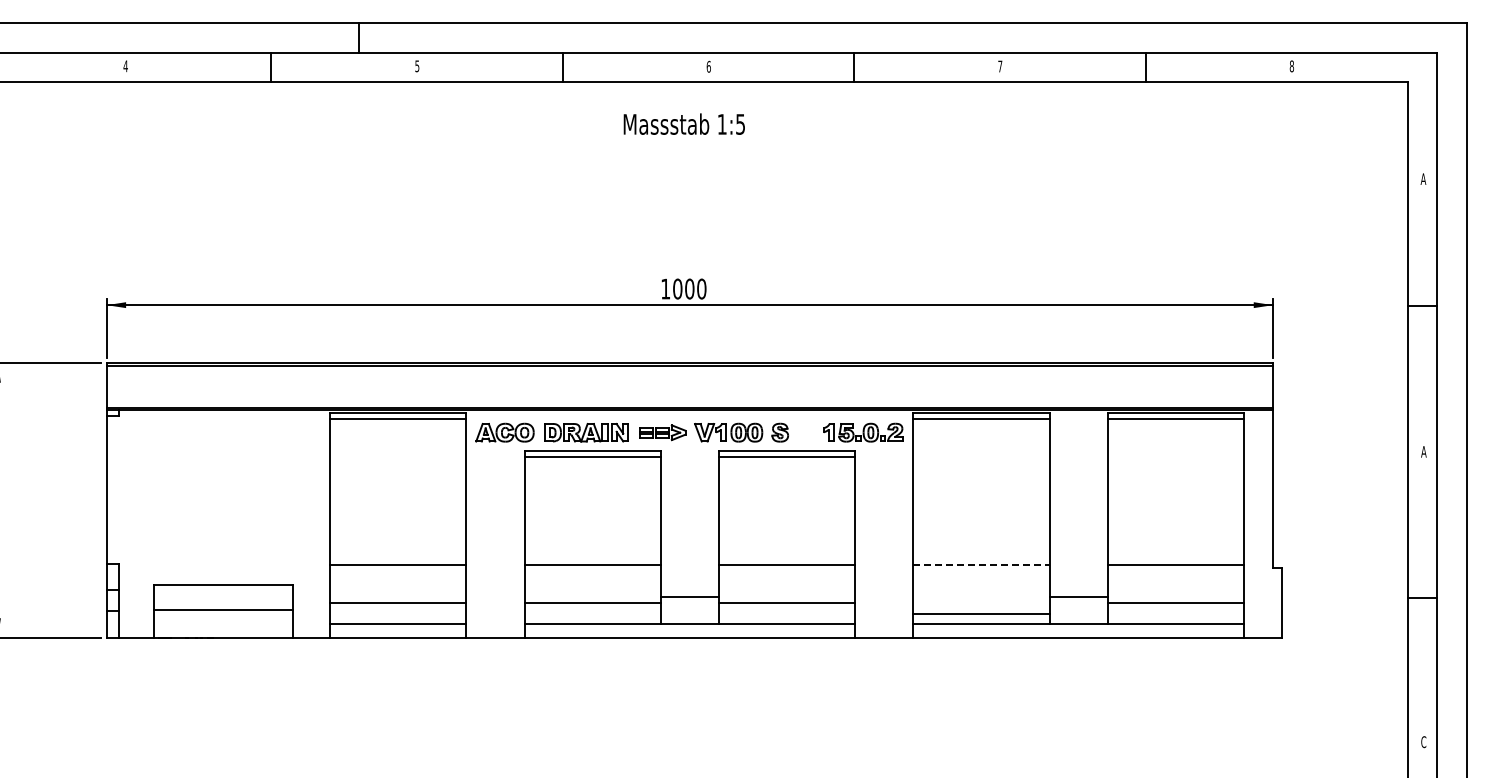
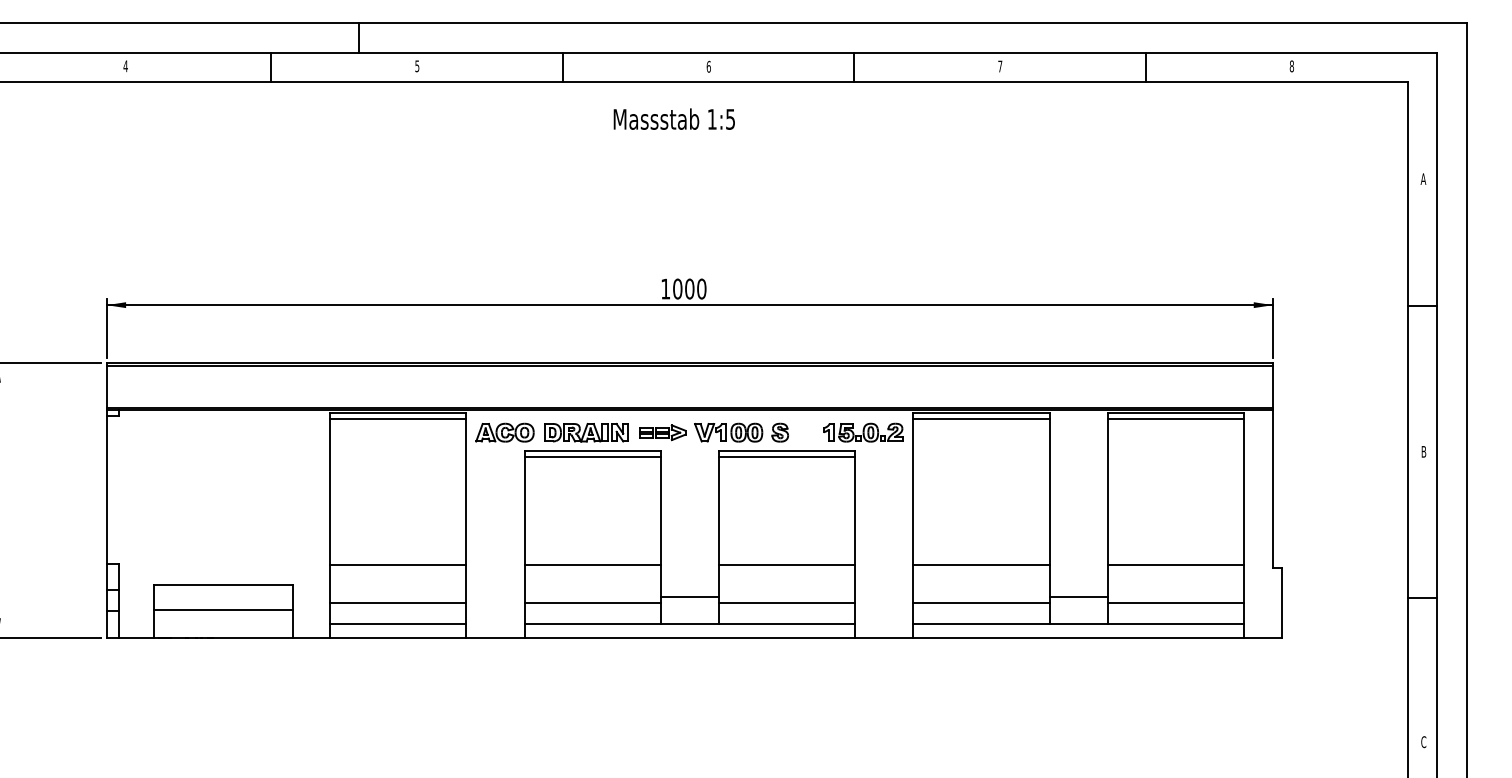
text at (683, 123) position: (683, 123) -> (673, 118)
text at (1423, 451): A -> B
line at (981, 564): dashed -> solid
line at (981, 613) position: (981, 613) -> (981, 602)
